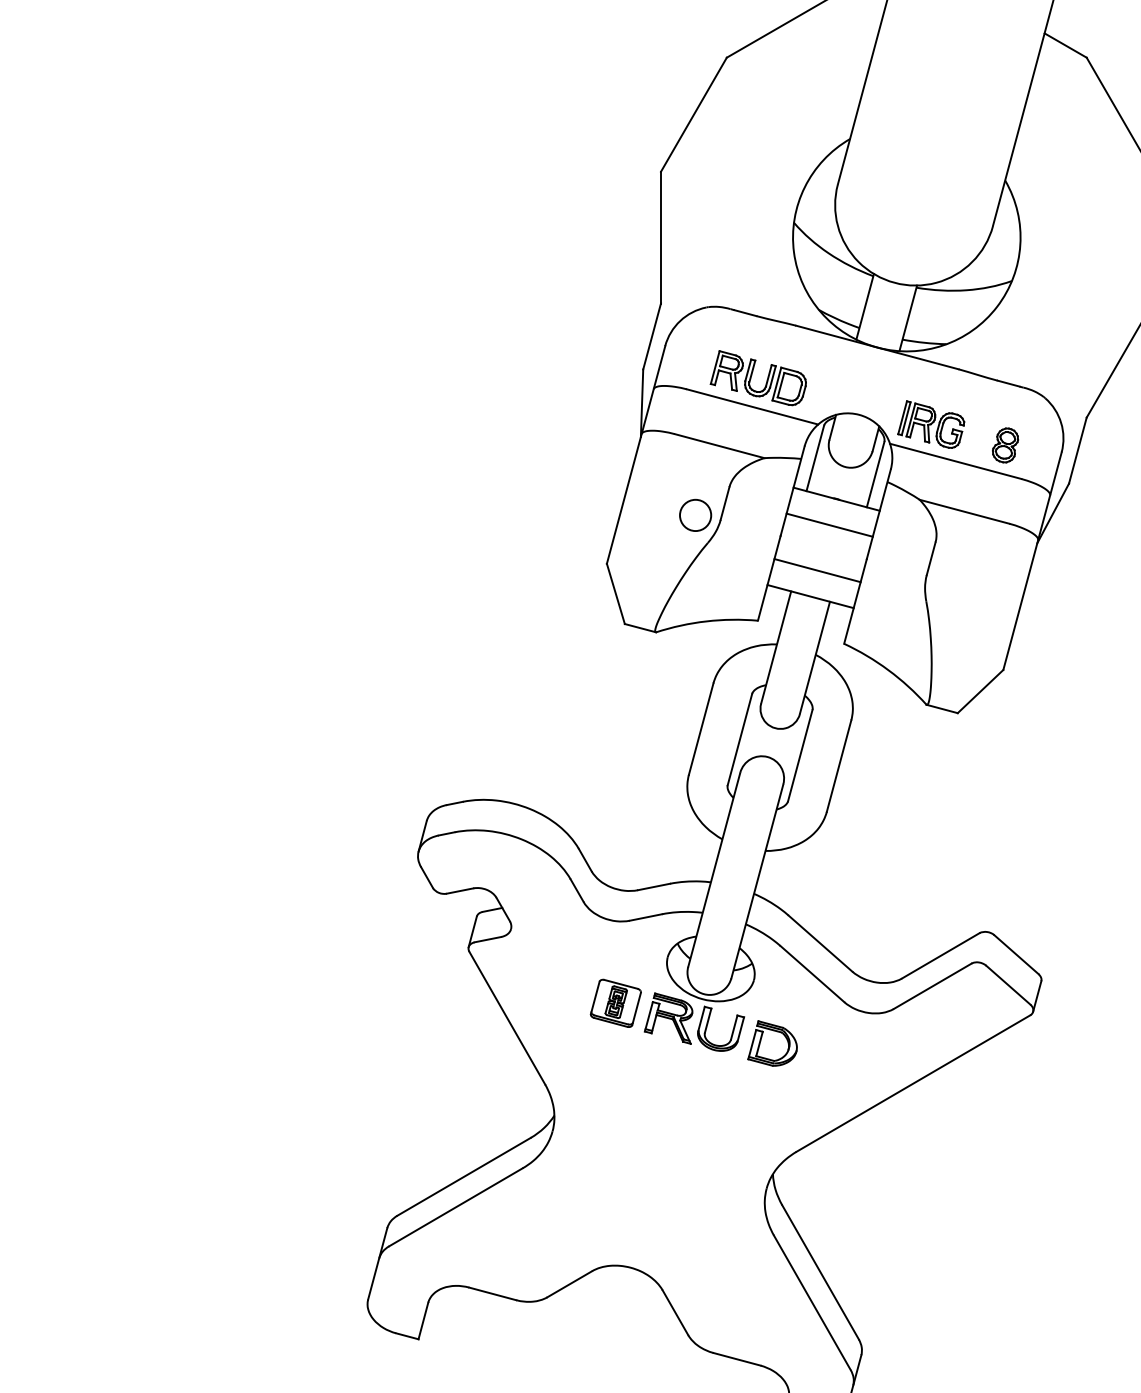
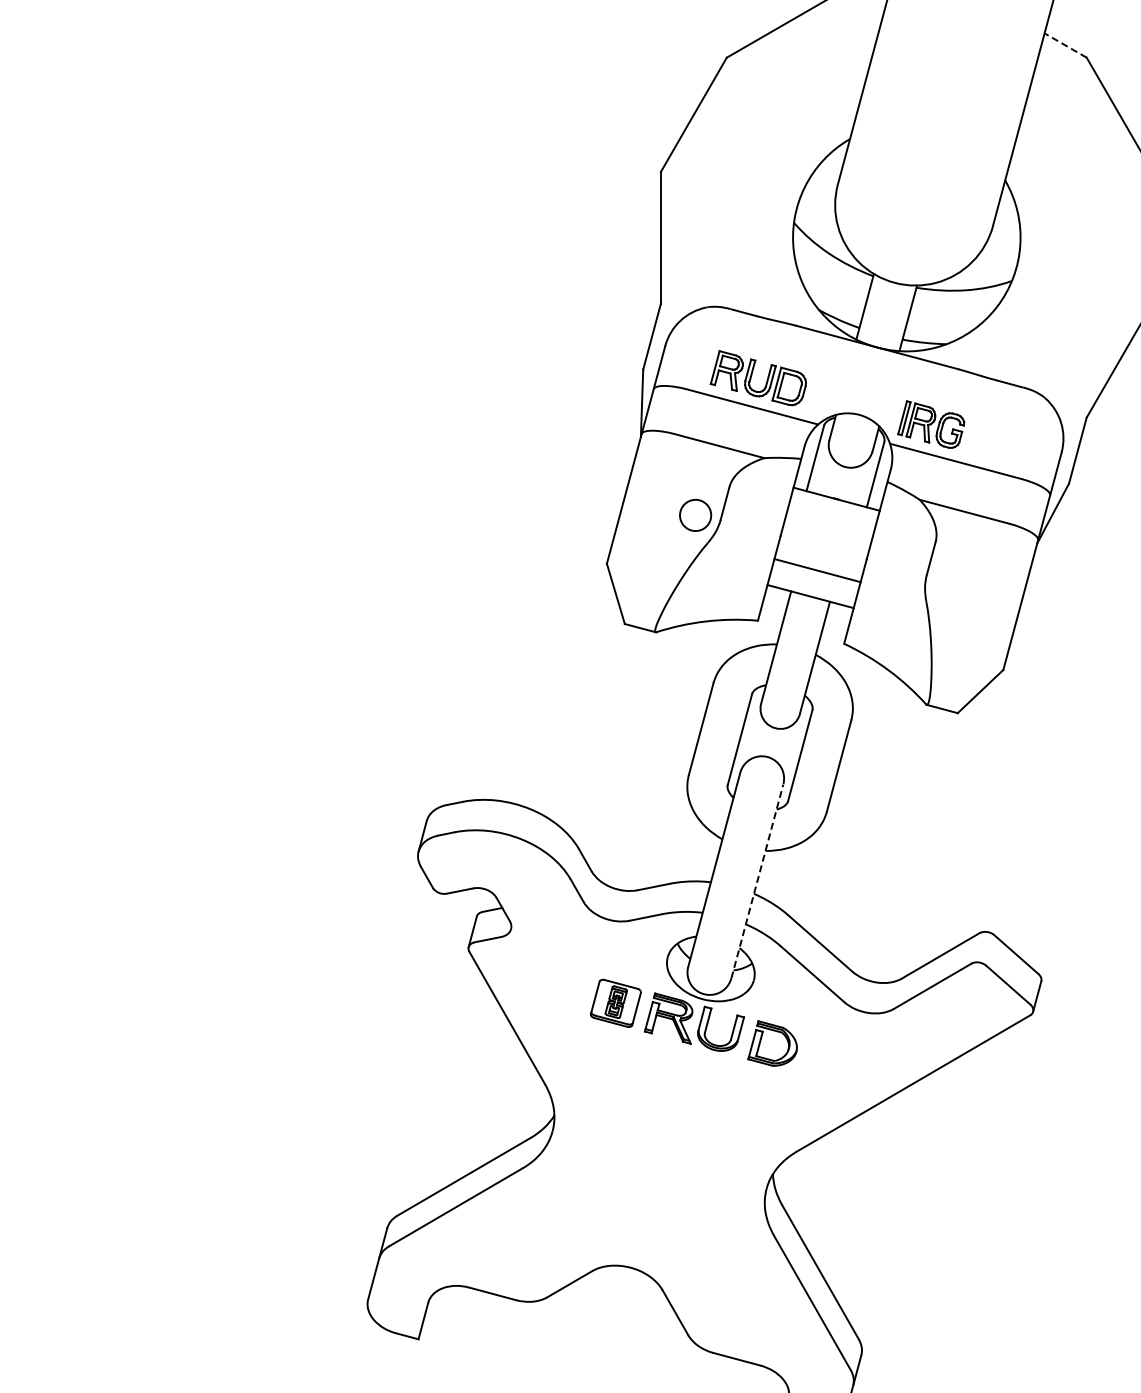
line at (1065, 45): solid -> dashed
part at (1005, 445): present -> none
line at (829, 524): present -> none
line at (757, 881): solid -> dashed
